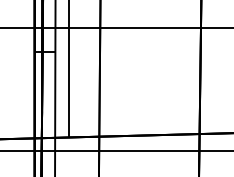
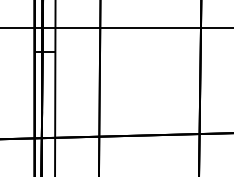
line at (69, 69): present -> none
line at (116, 150): present -> none
